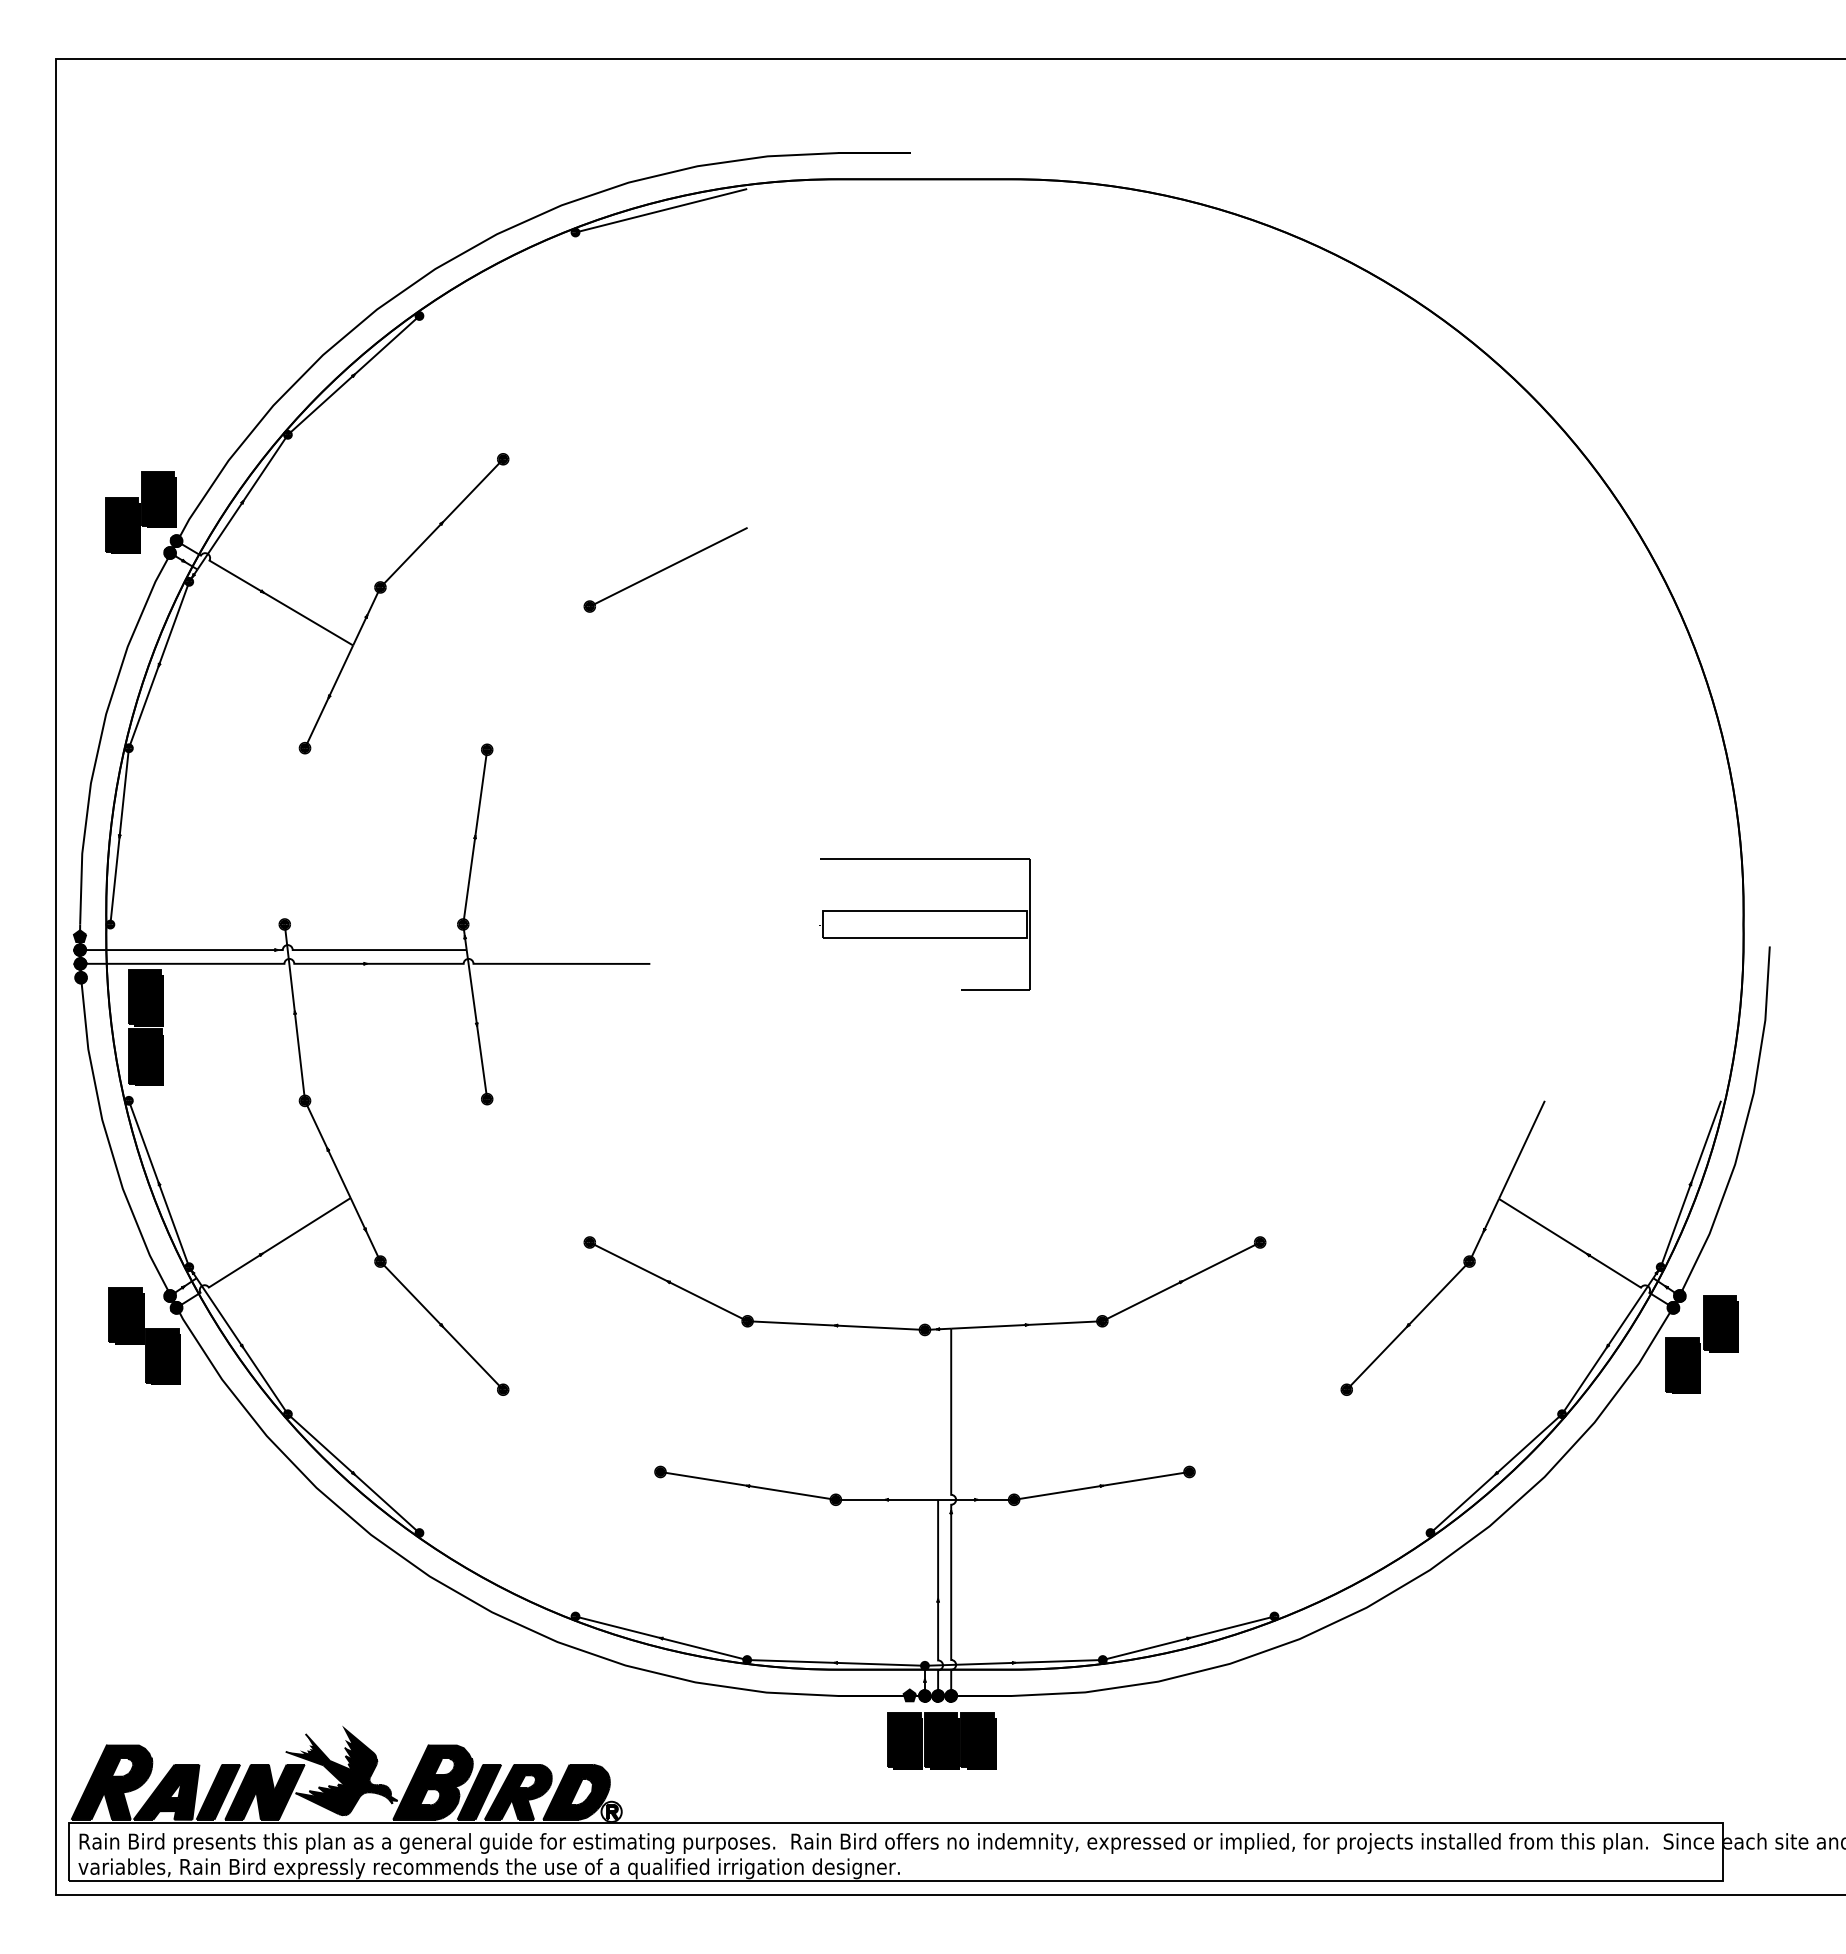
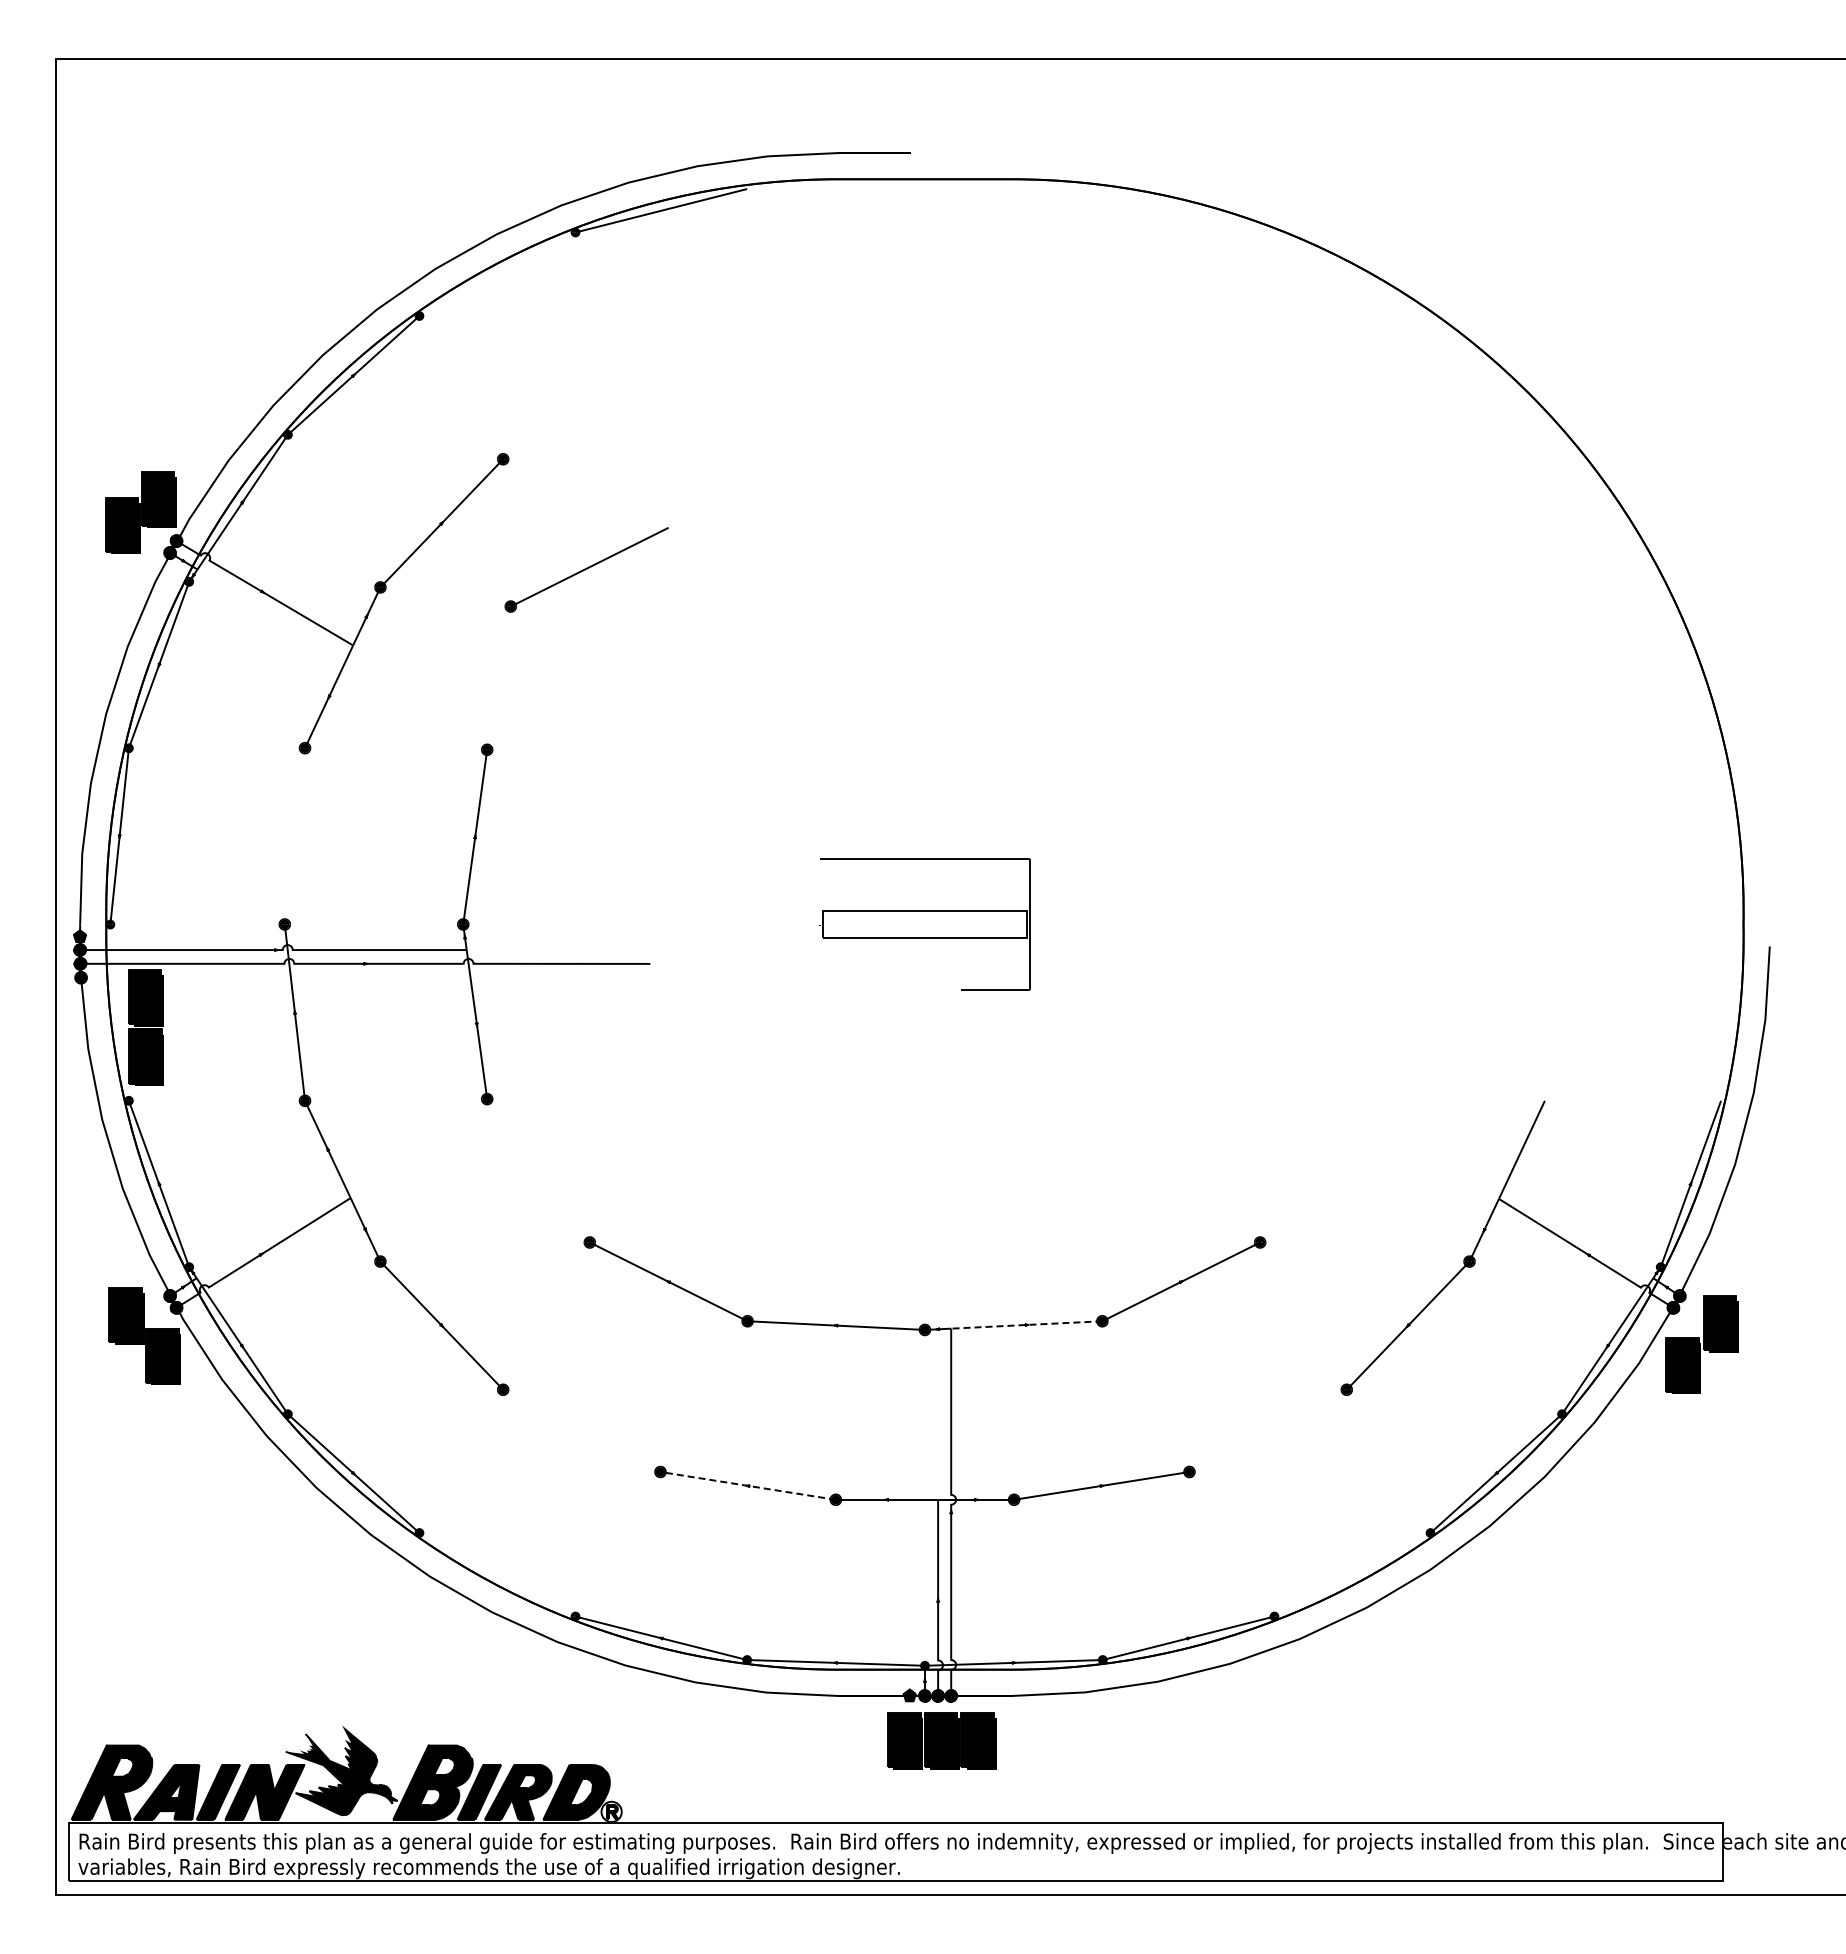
part at (665, 569) position: (665, 569) -> (586, 569)
line at (1026, 1324): solid -> dashed
line at (748, 1485): solid -> dashed
